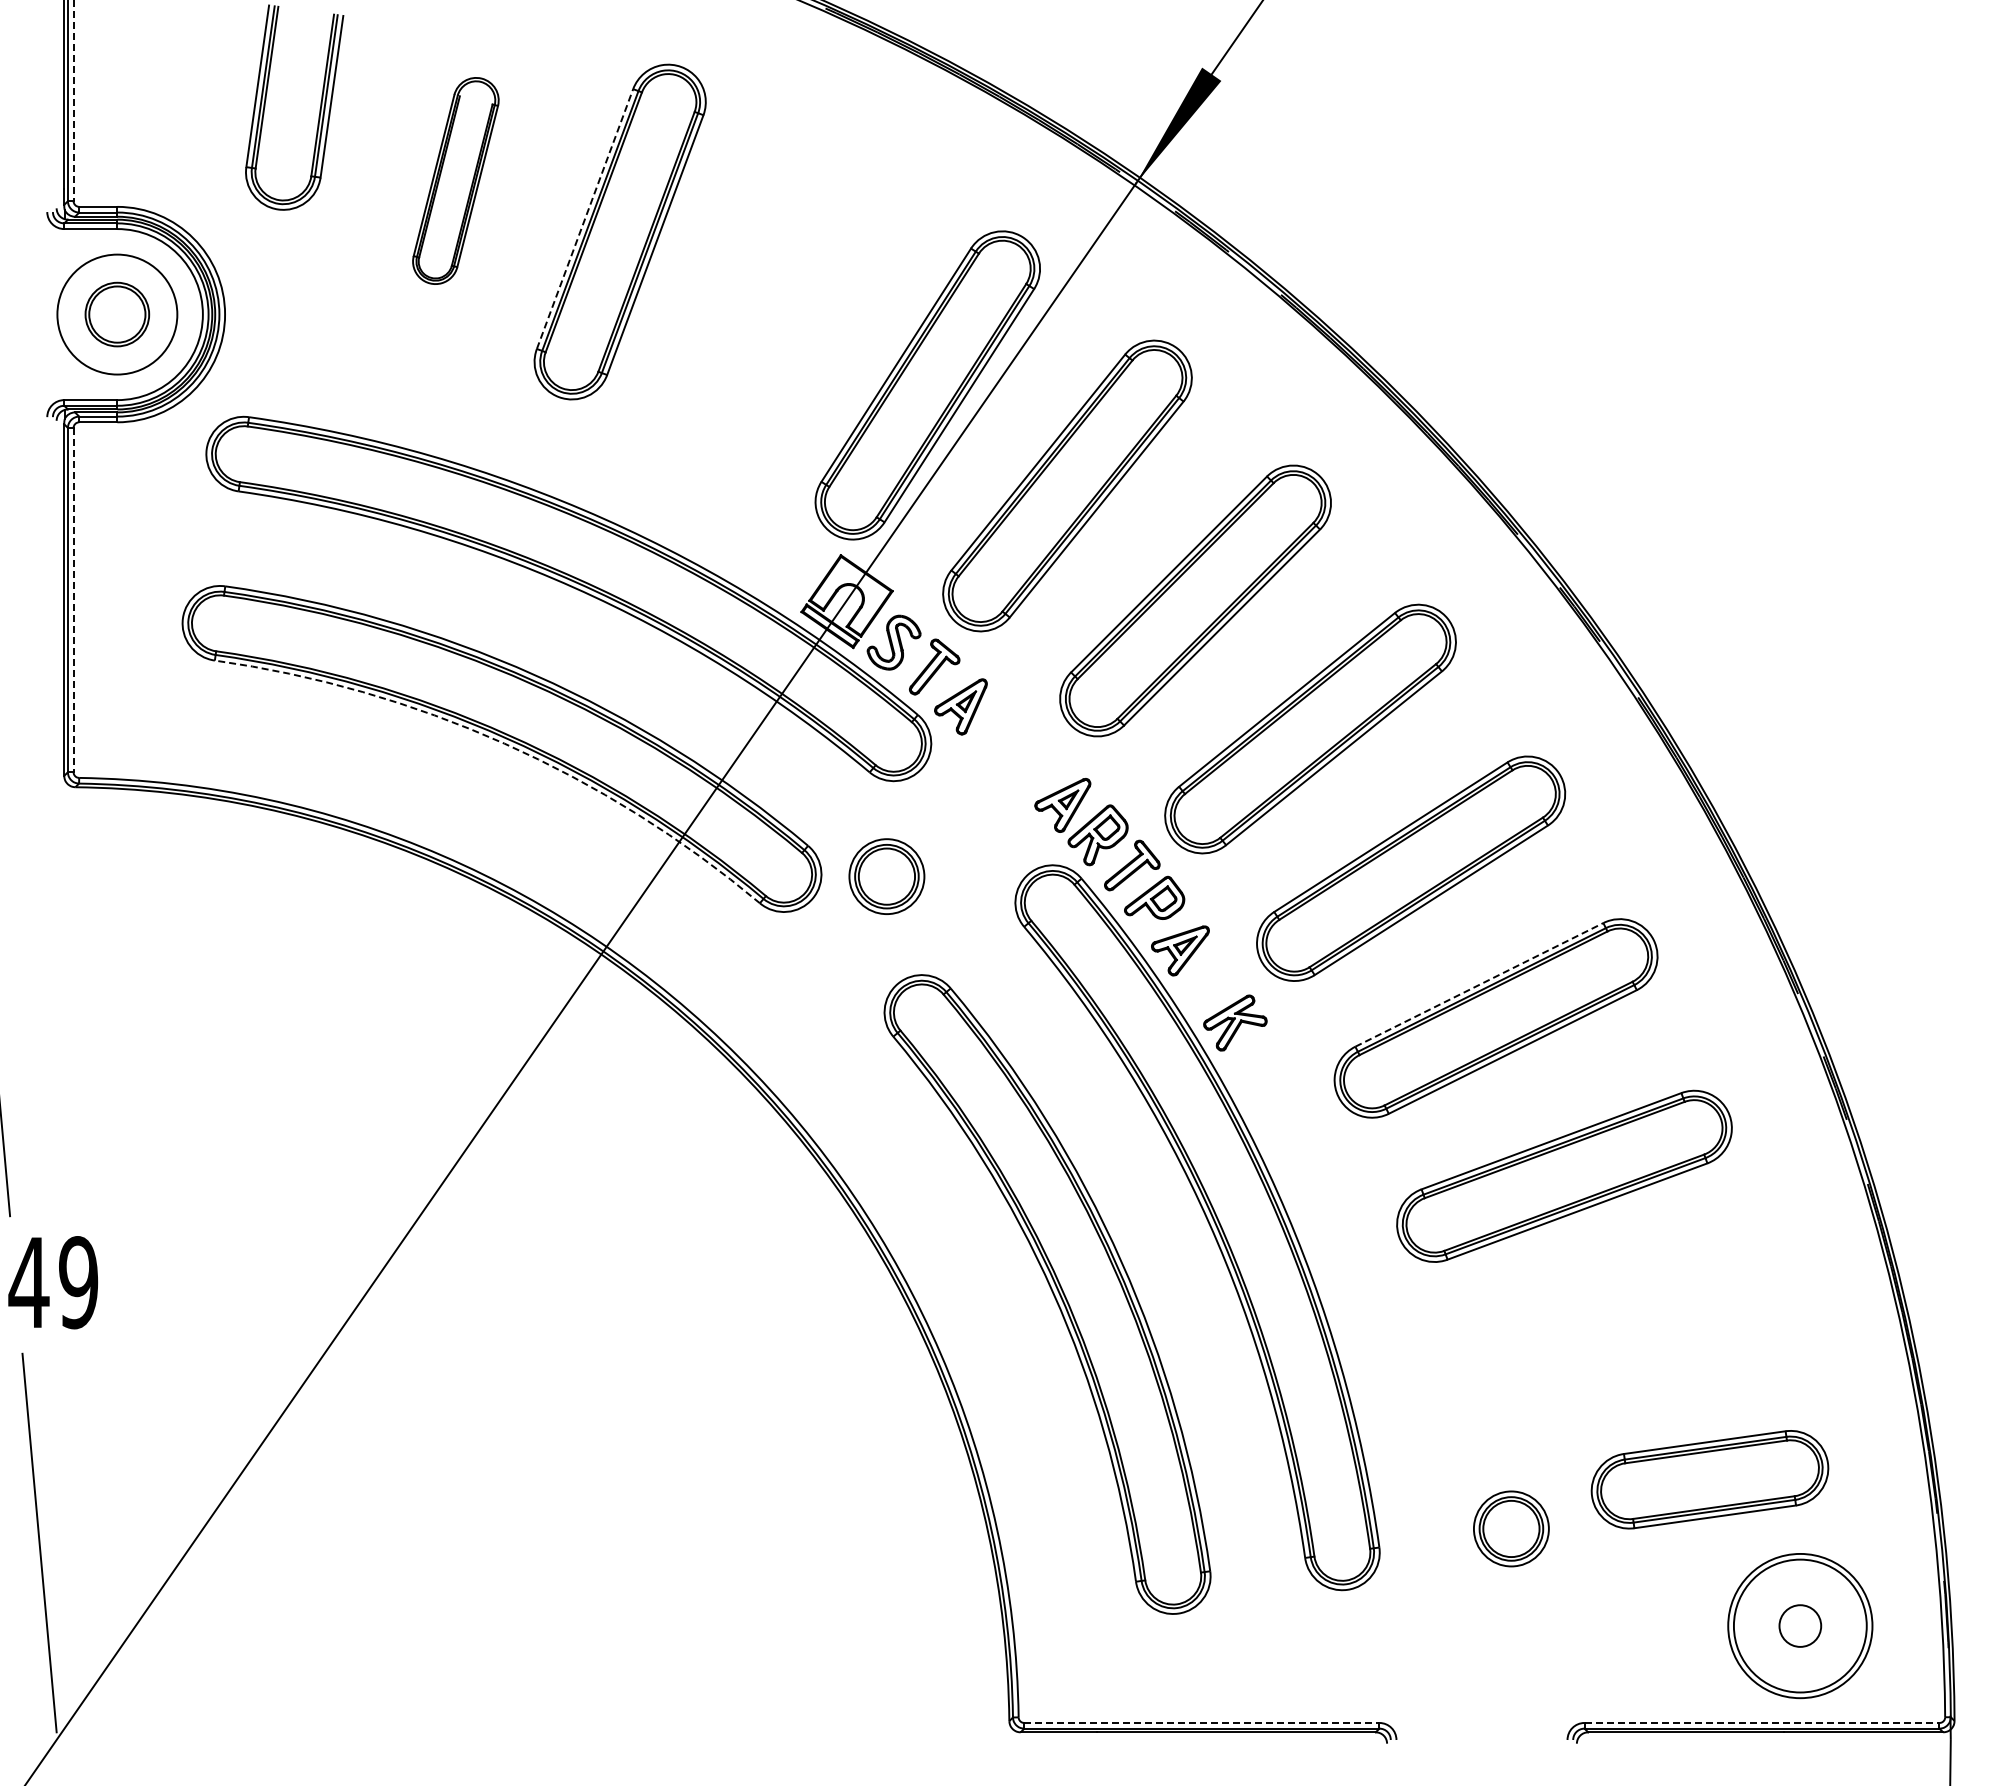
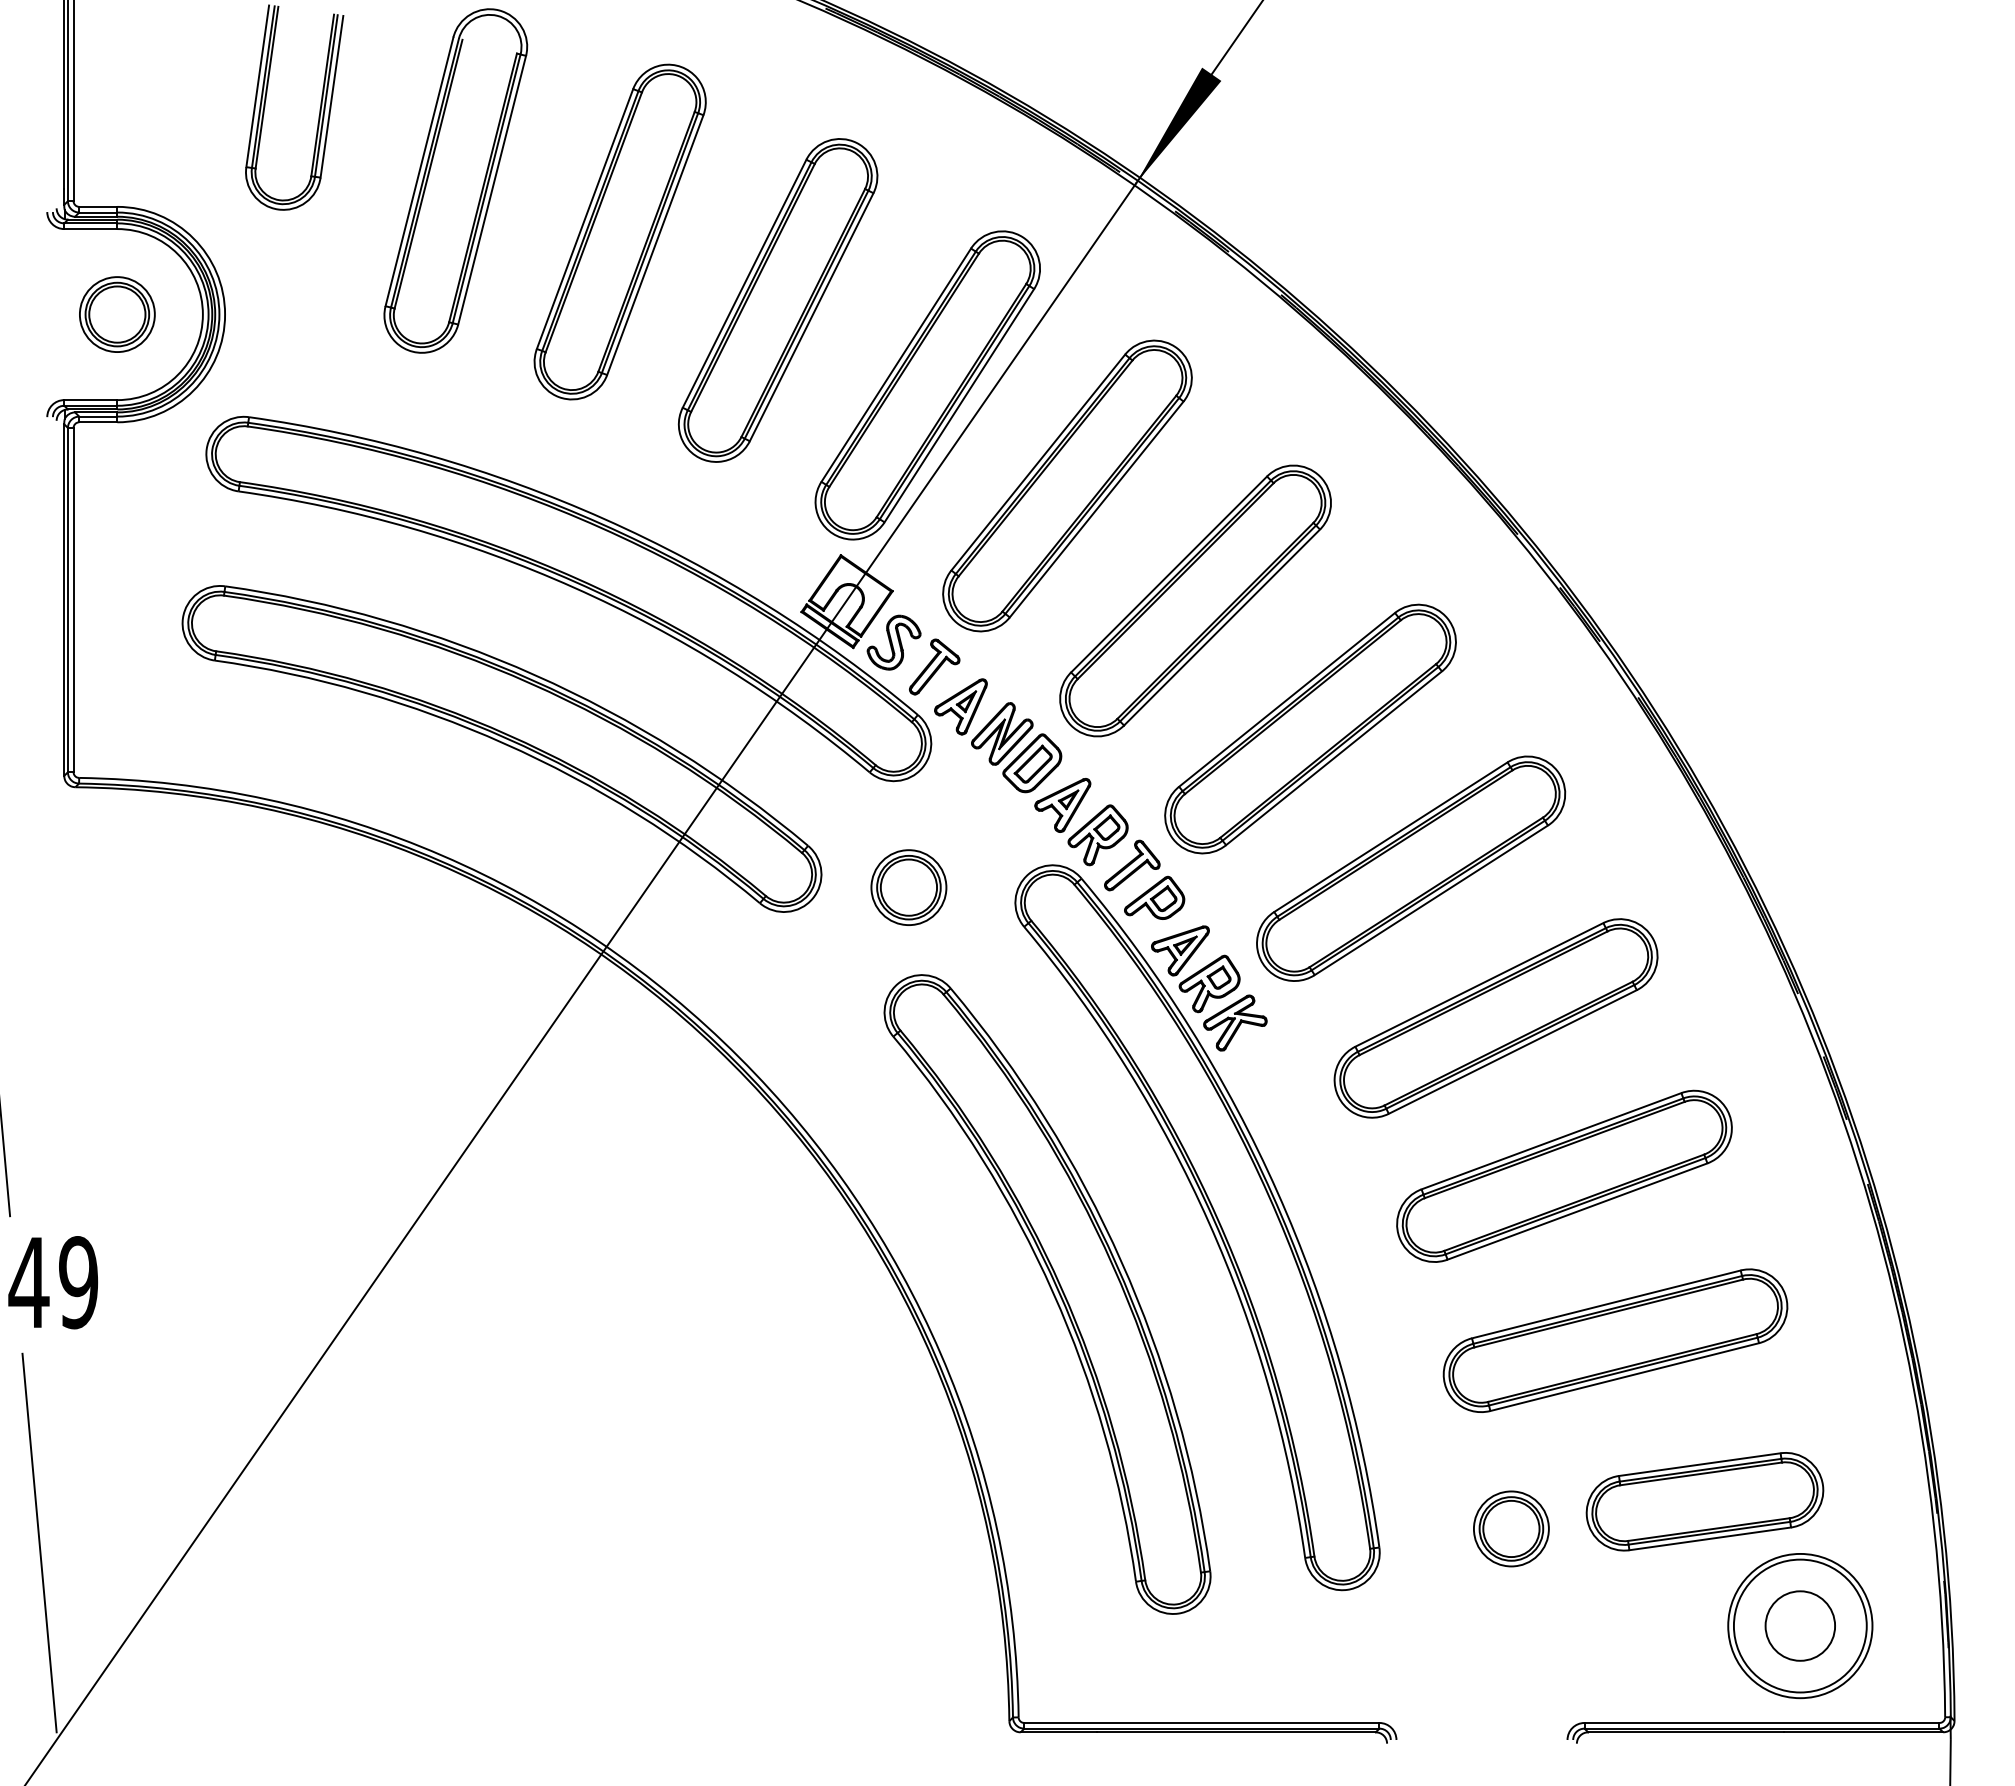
line at (73, 101): dashed -> solid
part at (455, 180) size: 88x208 px -> 146x346 px
line at (585, 219): dashed -> solid
part at (777, 300): none -> present
circle at (117, 314) diameter: 120 px -> 75 px
line at (73, 600): dashed -> solid
arc at (504, 743): dashed -> solid
part at (1016, 747): none -> present
part at (886, 876) position: (886, 876) -> (908, 887)
part at (1209, 983): none -> present
line at (1479, 984): dashed -> solid
part at (1615, 1340): none -> present
part at (1709, 1479) position: (1709, 1479) -> (1704, 1501)
circle at (1800, 1625) diameter: 42 px -> 70 px
line at (1201, 1722): dashed -> solid
line at (1762, 1722): dashed -> solid
